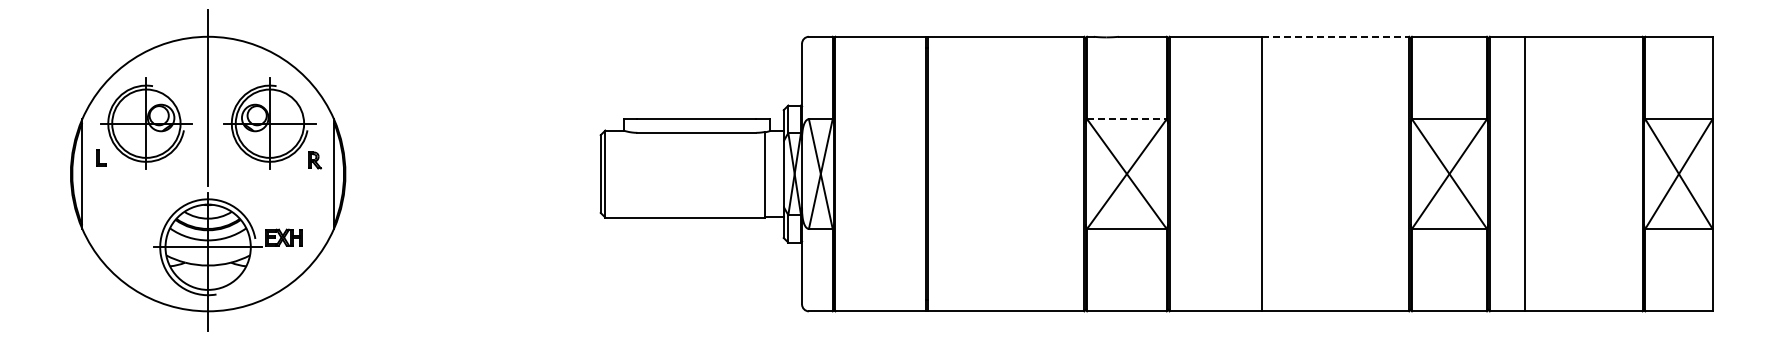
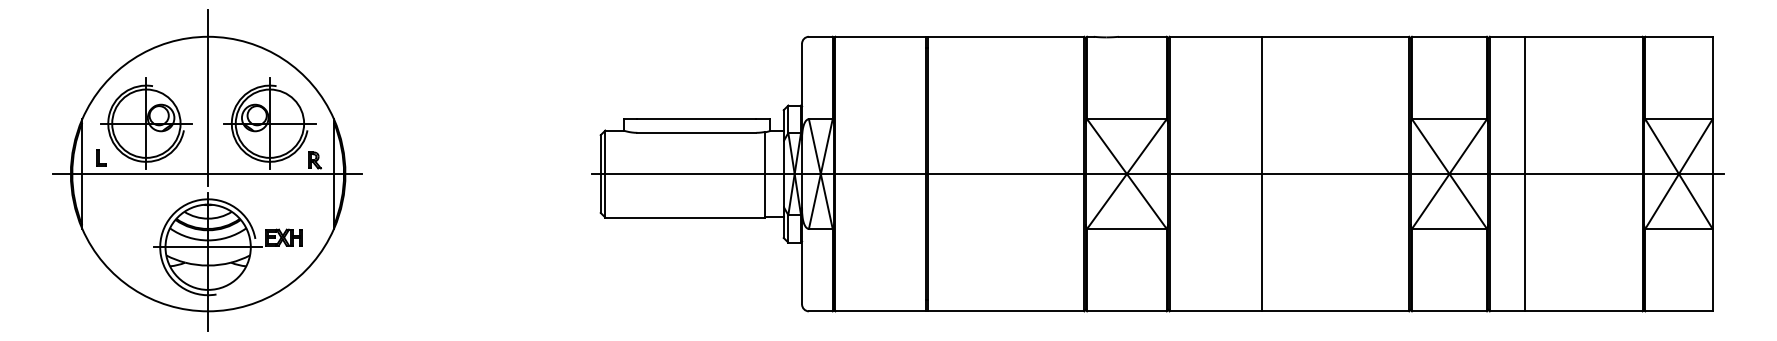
line at (1335, 36): dashed -> solid
line at (1126, 119): dashed -> solid
line at (207, 174): none -> present
line at (1157, 174): none -> present
